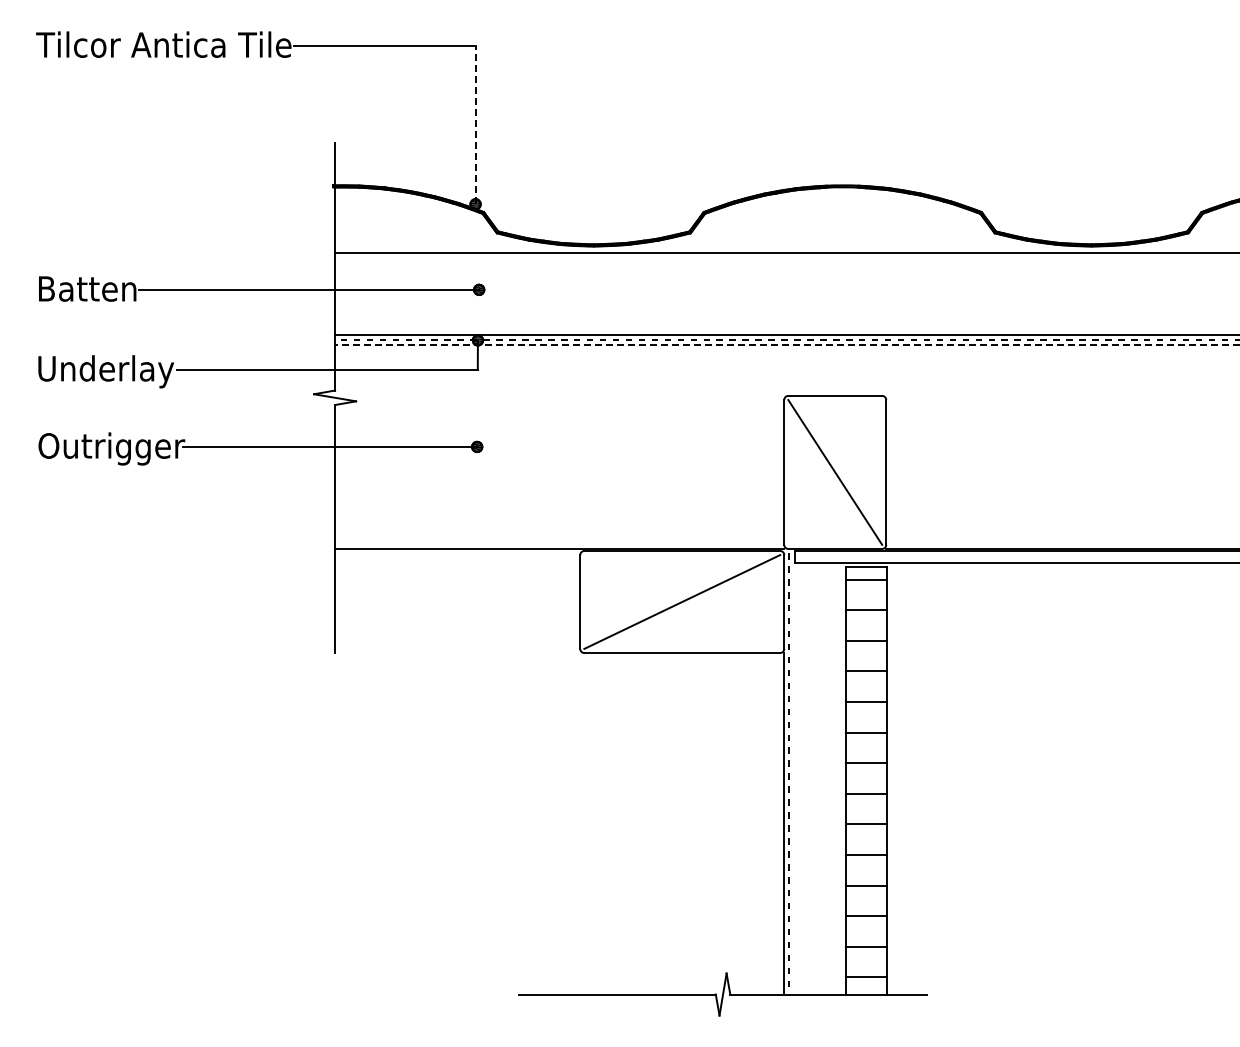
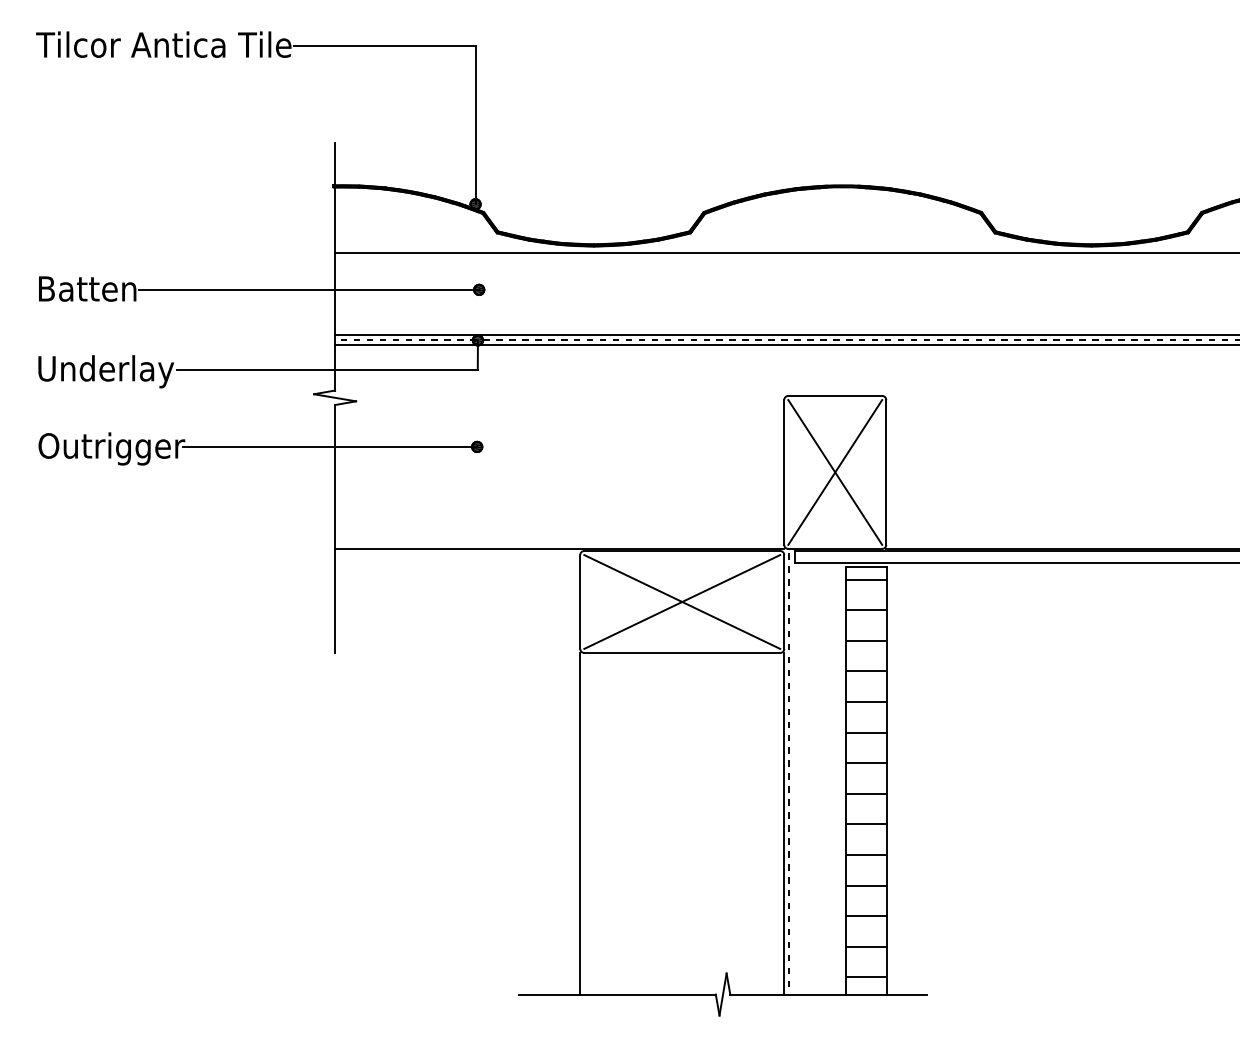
line at (475, 124): dashed -> solid
line at (786, 344): dashed -> solid
line at (835, 472): none -> present
line at (682, 601): none -> present
line at (580, 823): none -> present
